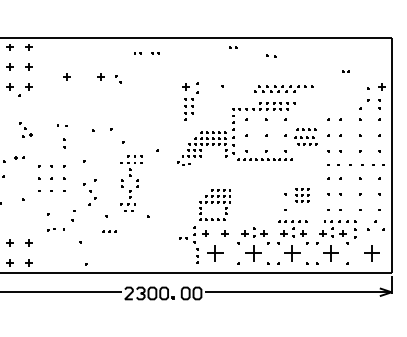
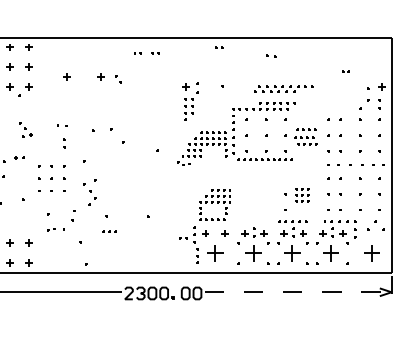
part at (233, 47) position: (233, 47) -> (219, 47)
part at (131, 183): present -> none
line at (298, 292): solid -> dashed
